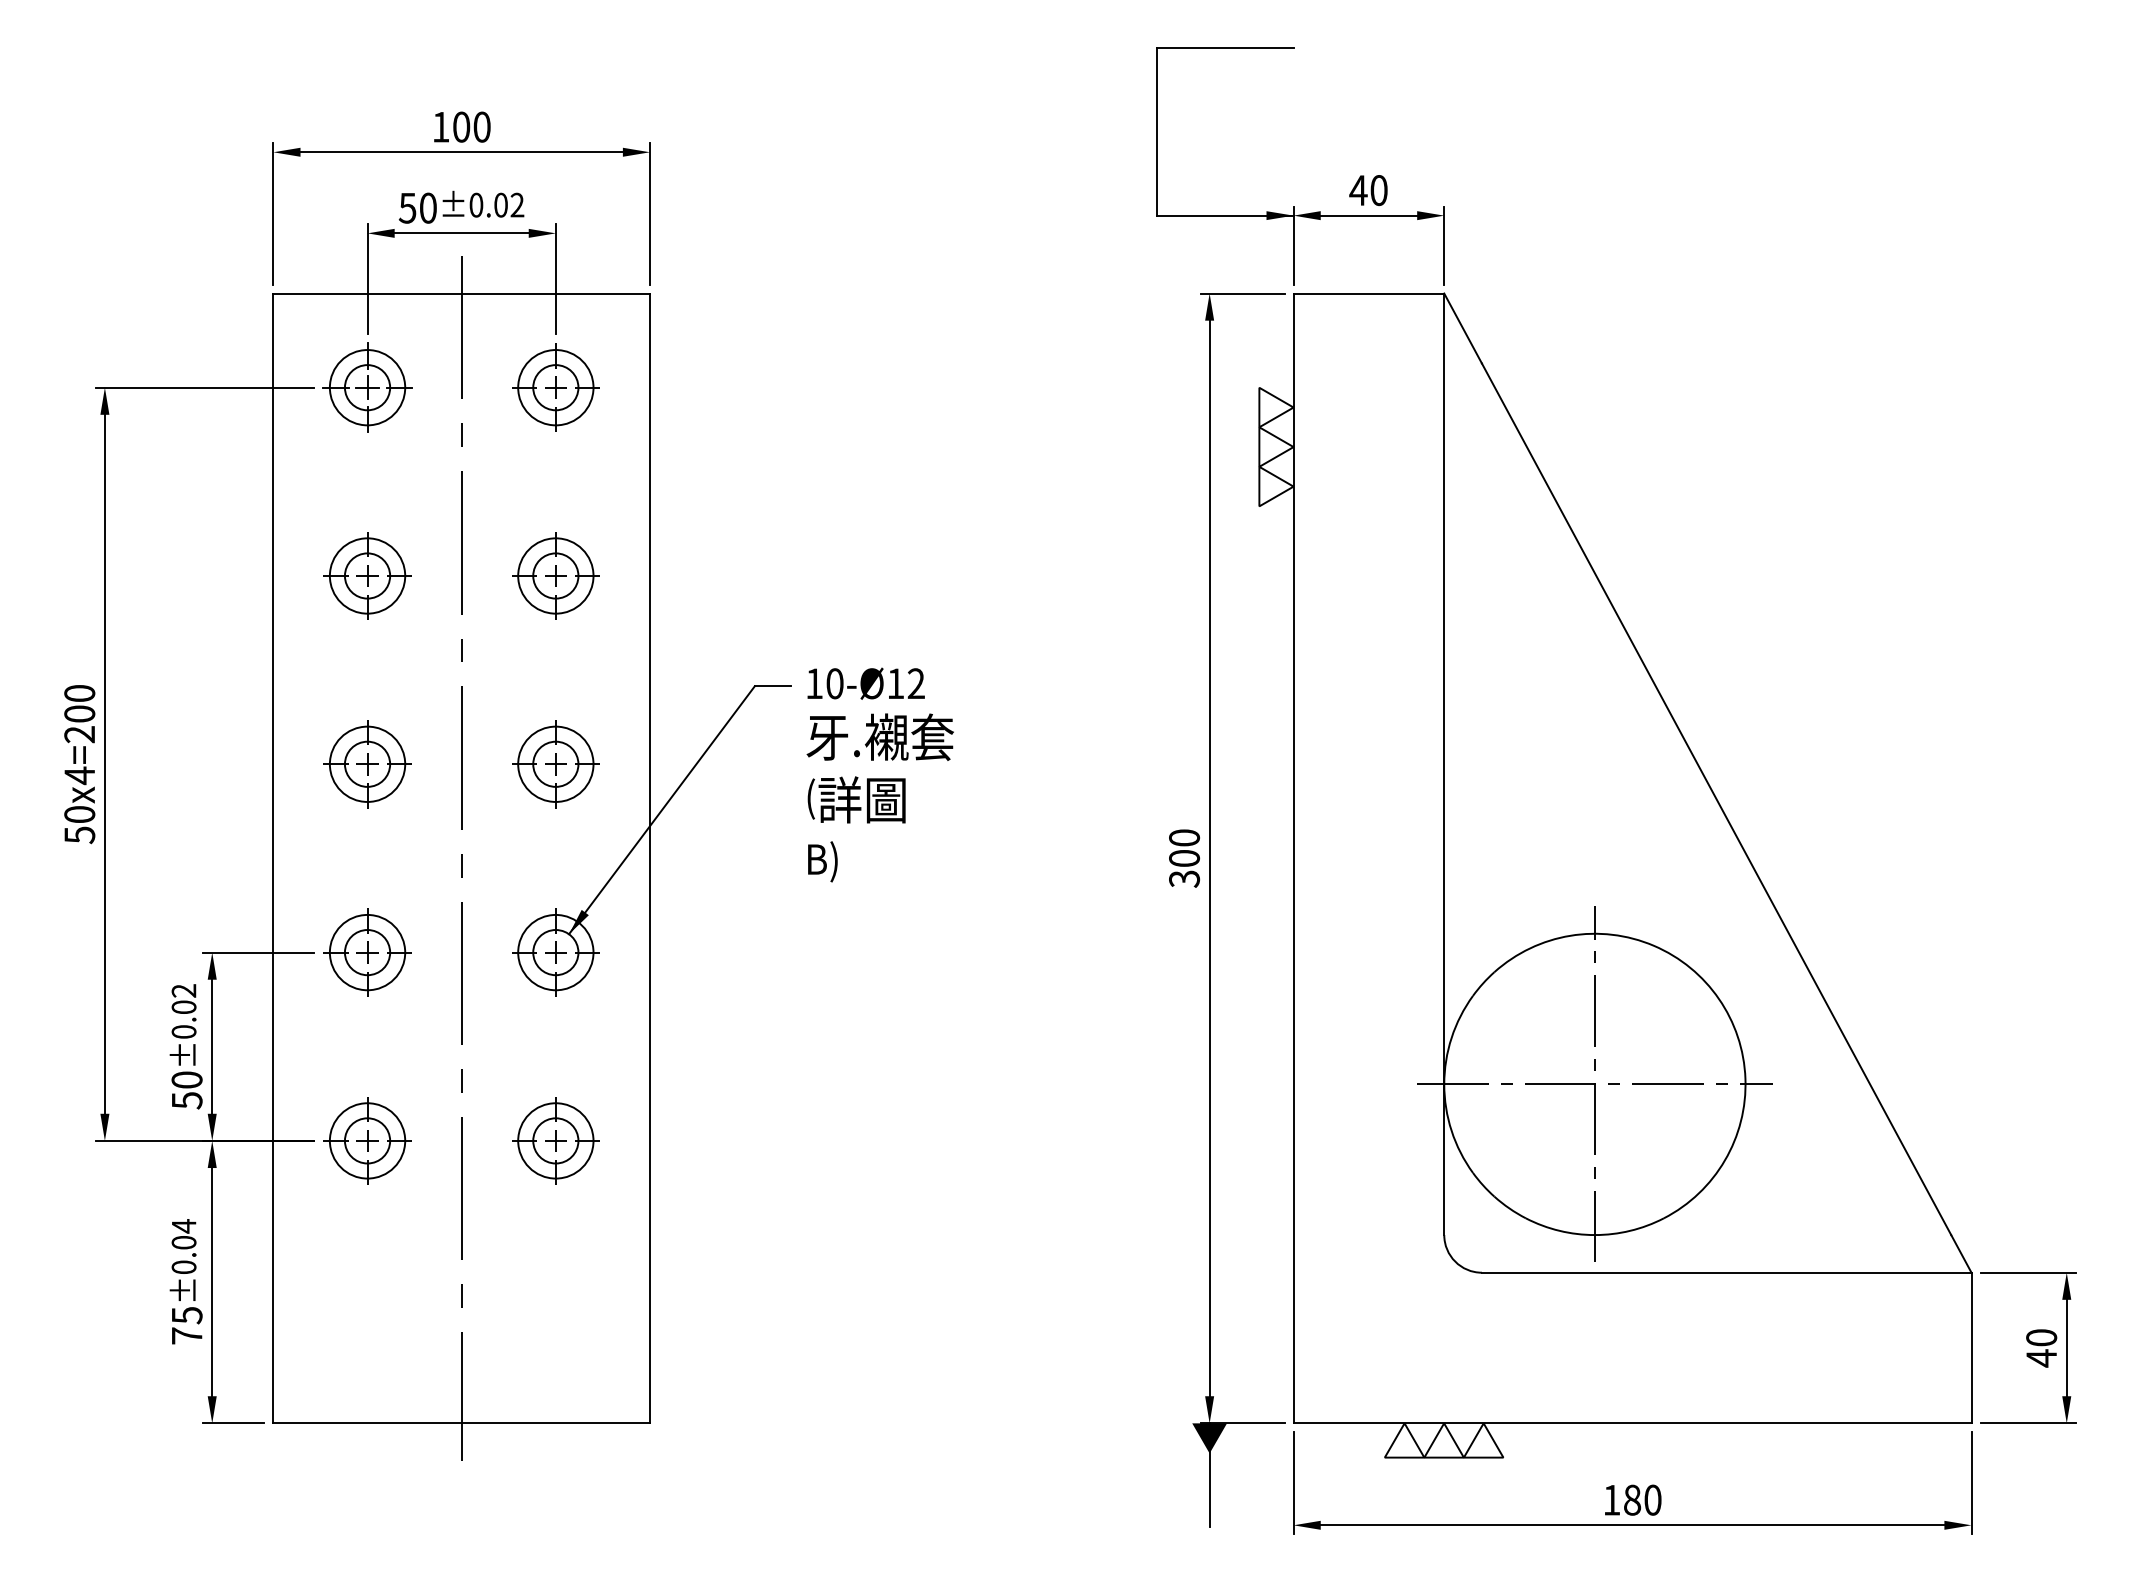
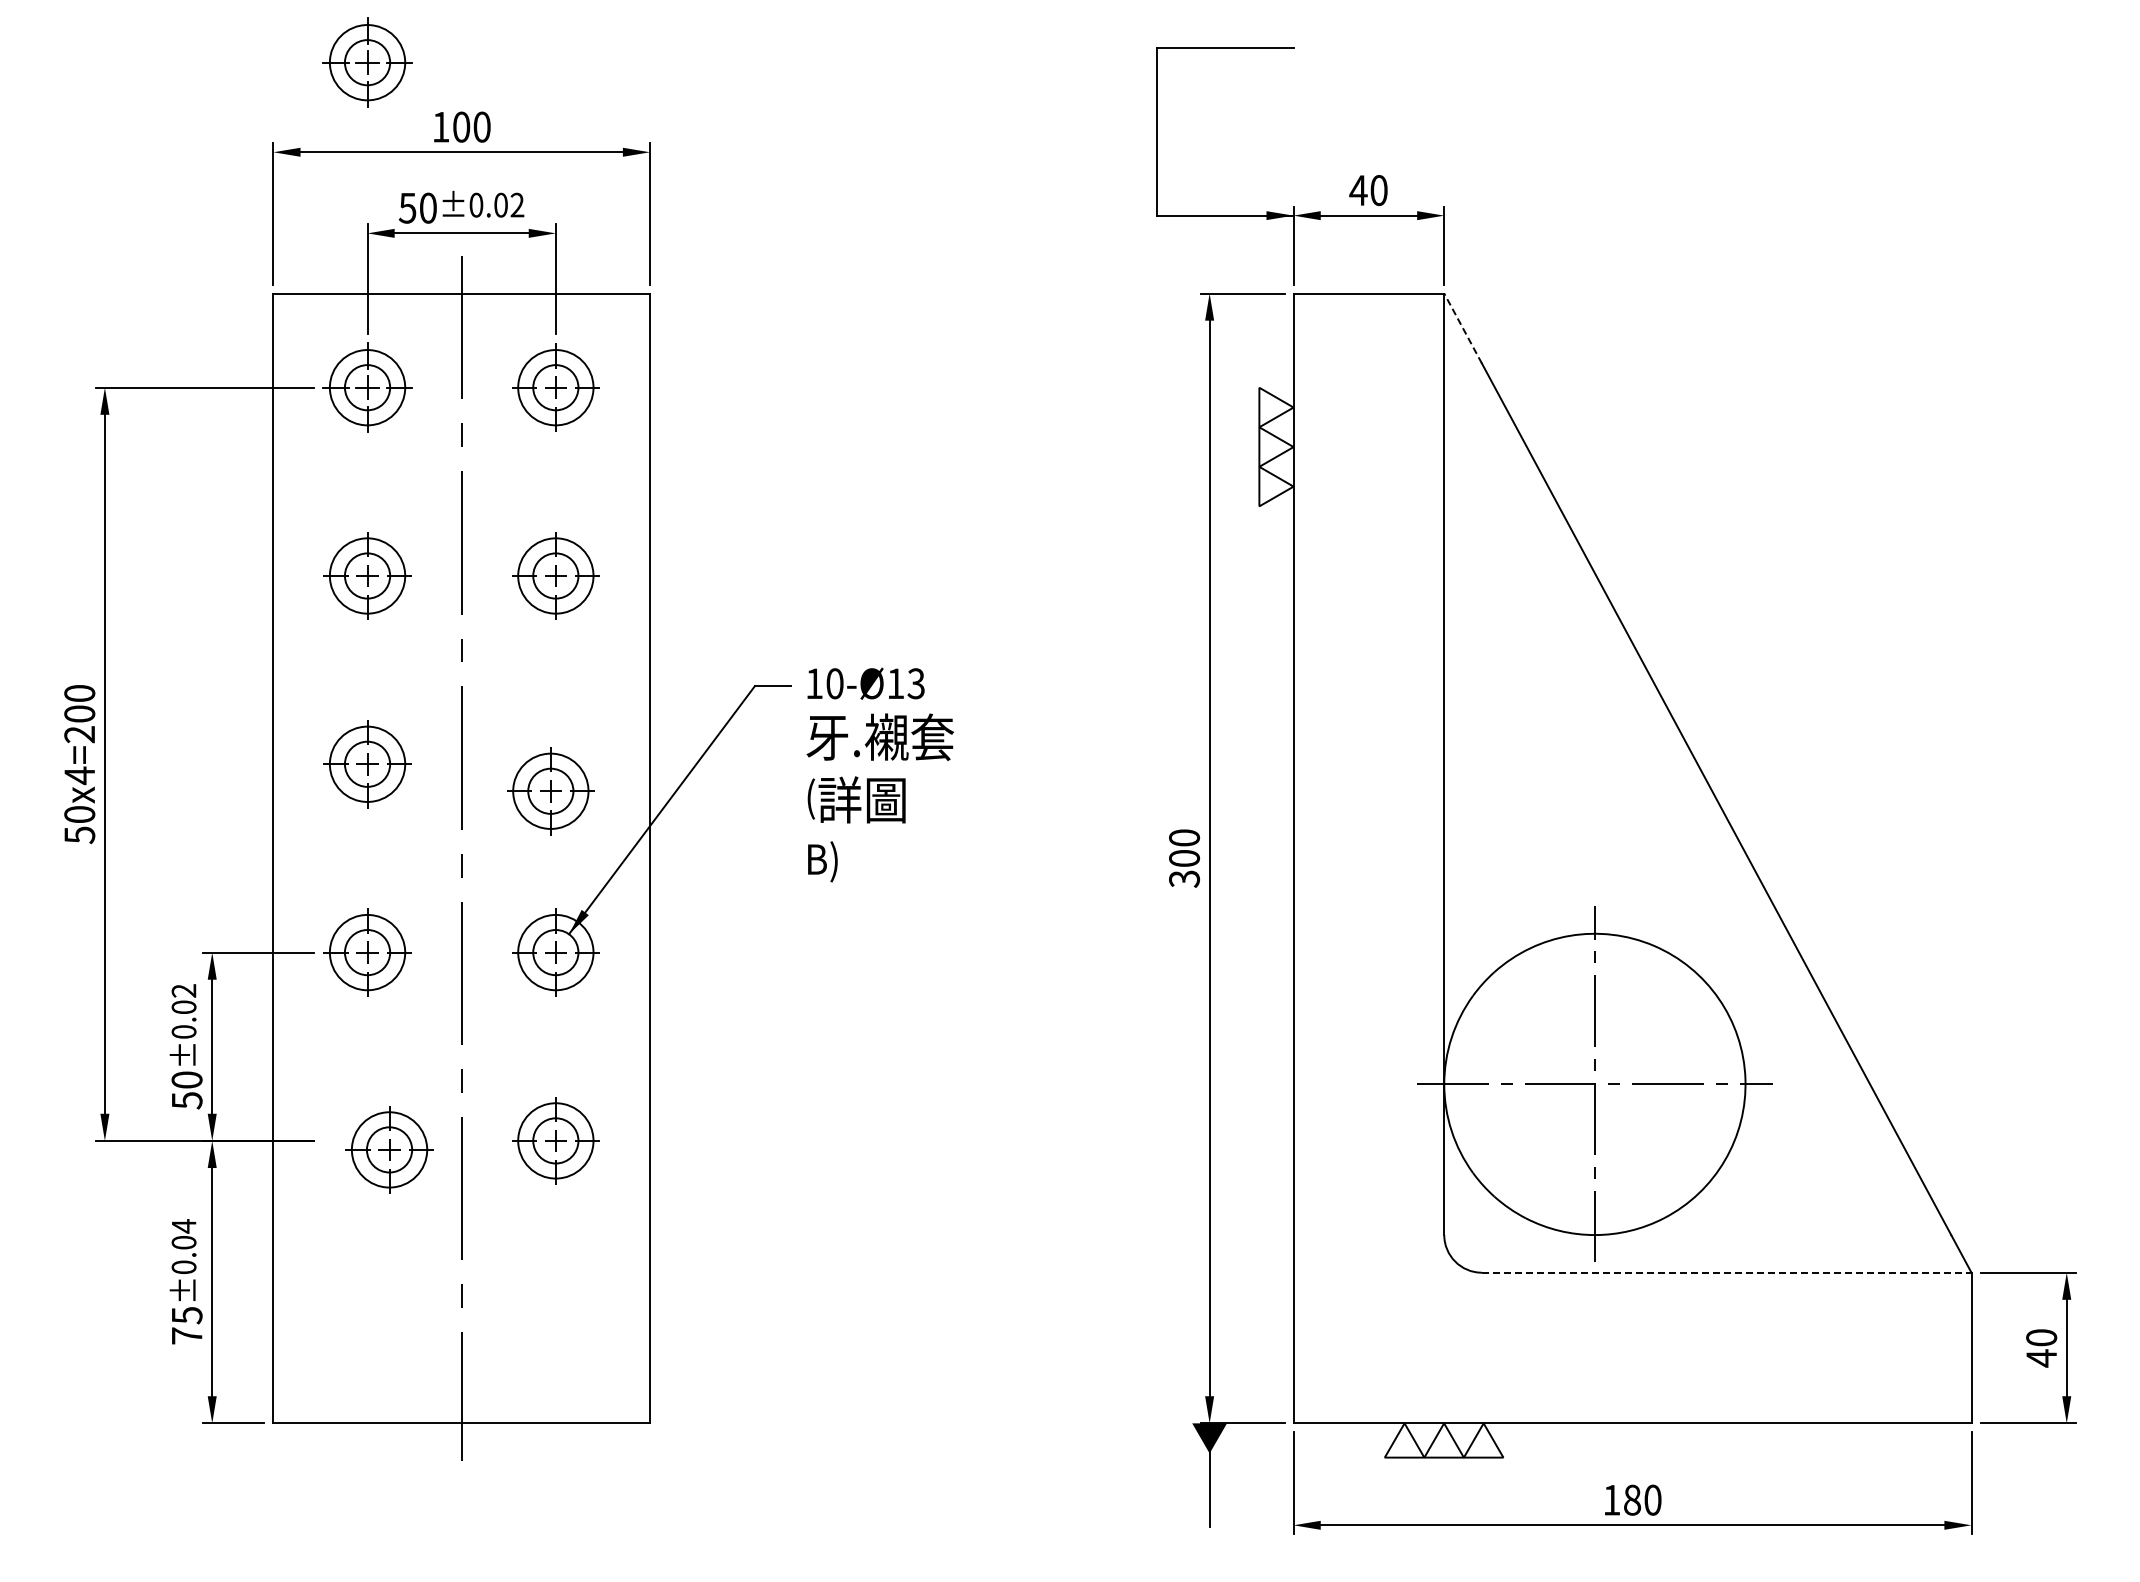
part at (367, 62): none -> present
line at (1463, 328): solid -> dashed
text at (915, 683): 10-Ø12 -> 10-Ø13
part at (555, 764) position: (555, 764) -> (550, 791)
part at (367, 1140) position: (367, 1140) -> (389, 1149)
line at (1726, 1272): solid -> dashed
